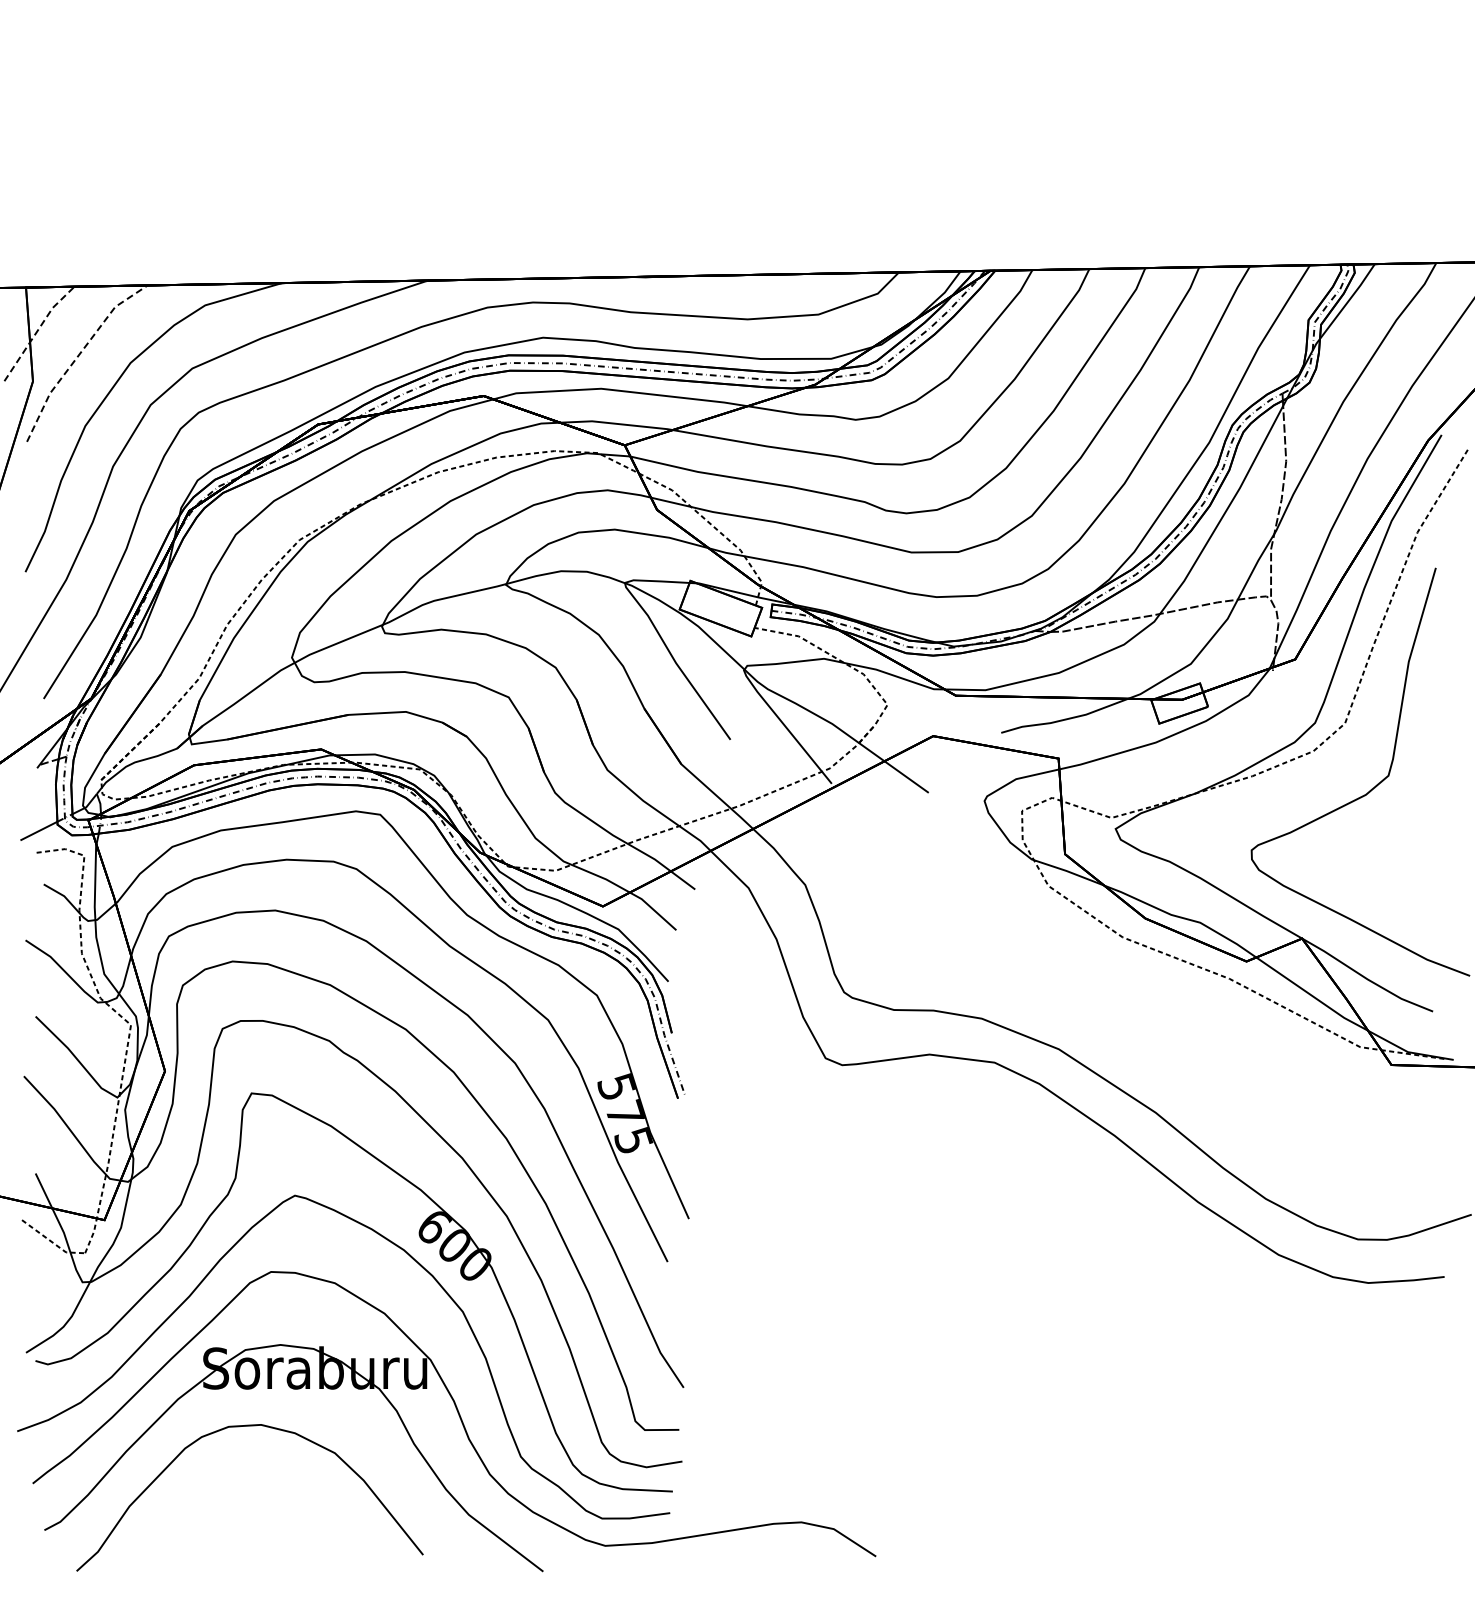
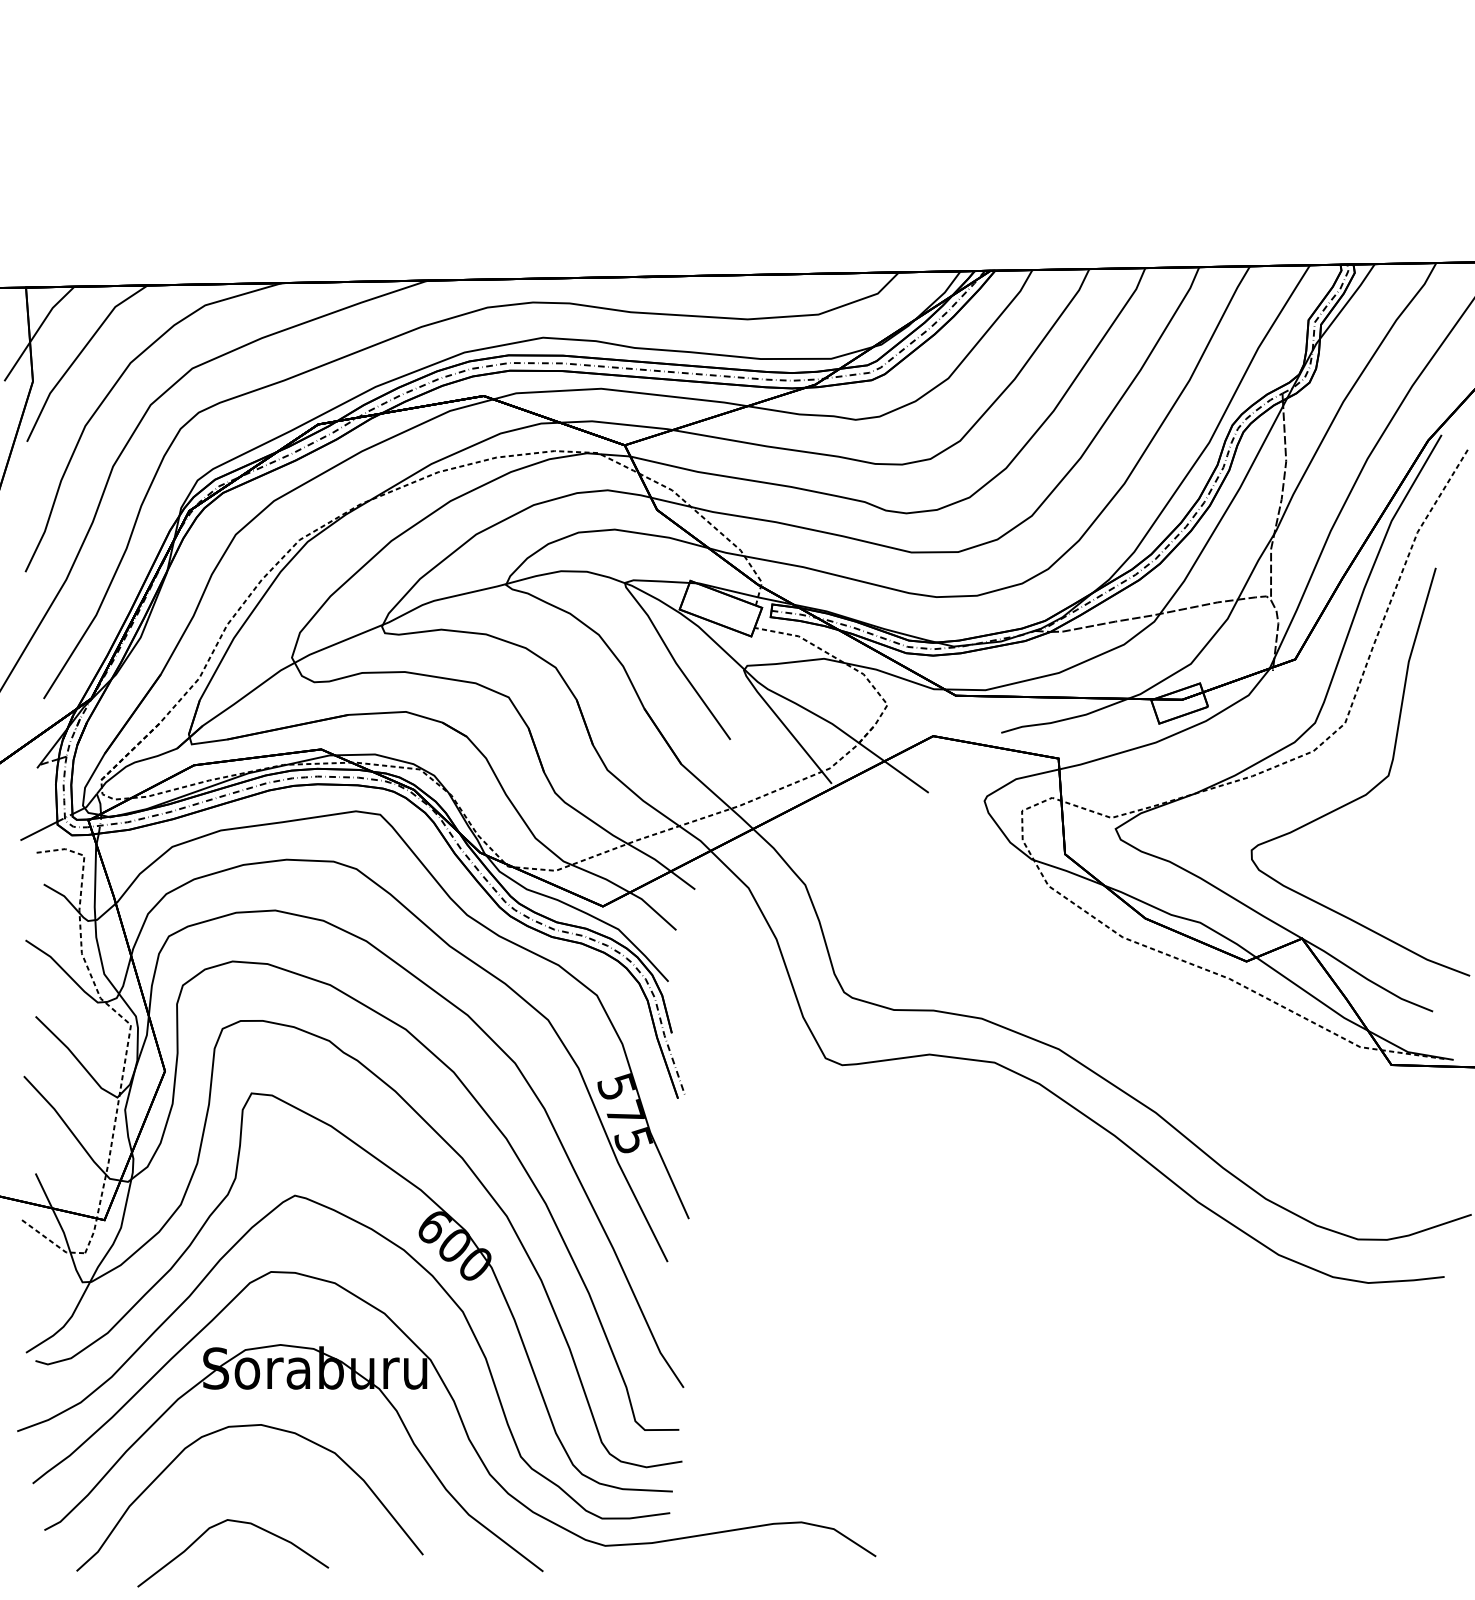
line at (37, 331): dashed -> solid
line at (78, 356): dashed -> solid
curve at (236, 1522): none -> present
